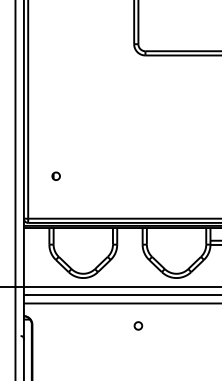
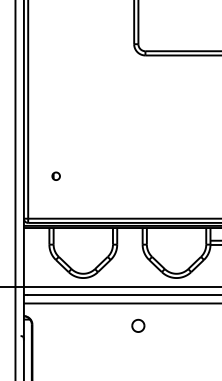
part at (138, 325) size: 11x10 px -> 15x15 px
